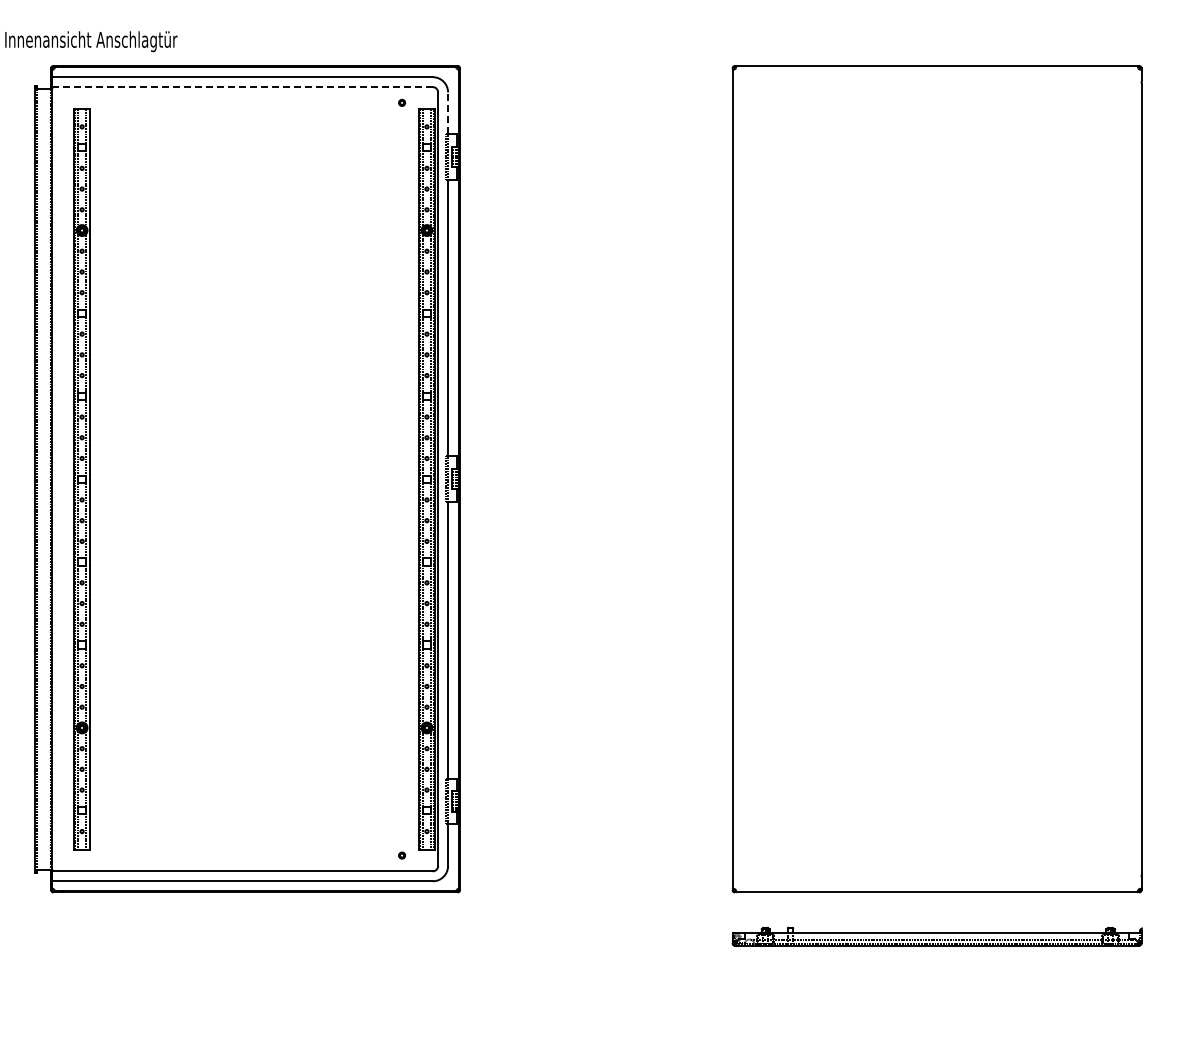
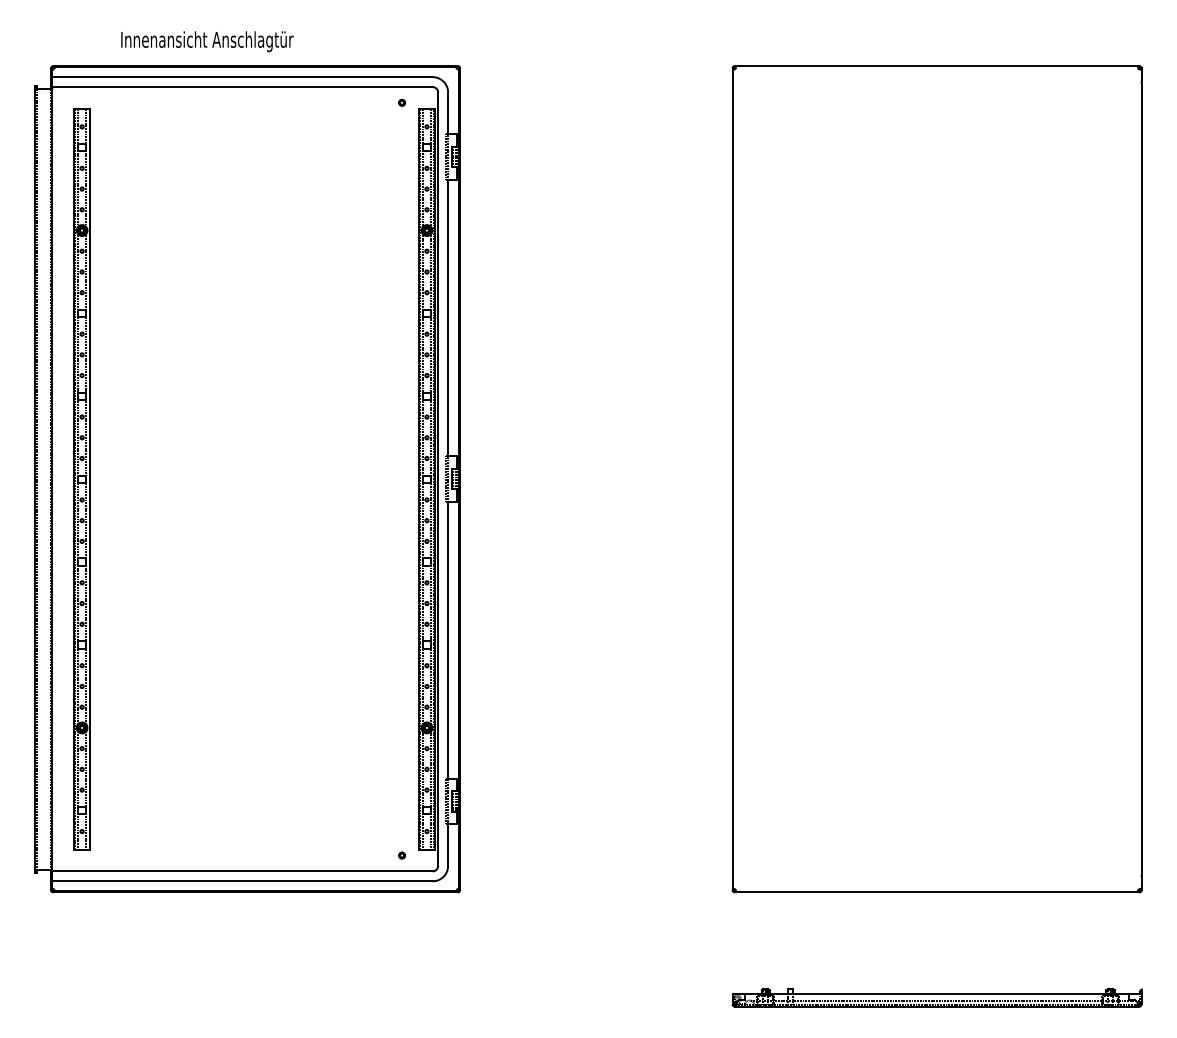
text at (91, 41) position: (91, 41) -> (207, 41)
line at (243, 87): dashed -> solid
line at (448, 113): dashed -> solid
part at (936, 936) position: (936, 936) -> (936, 997)
